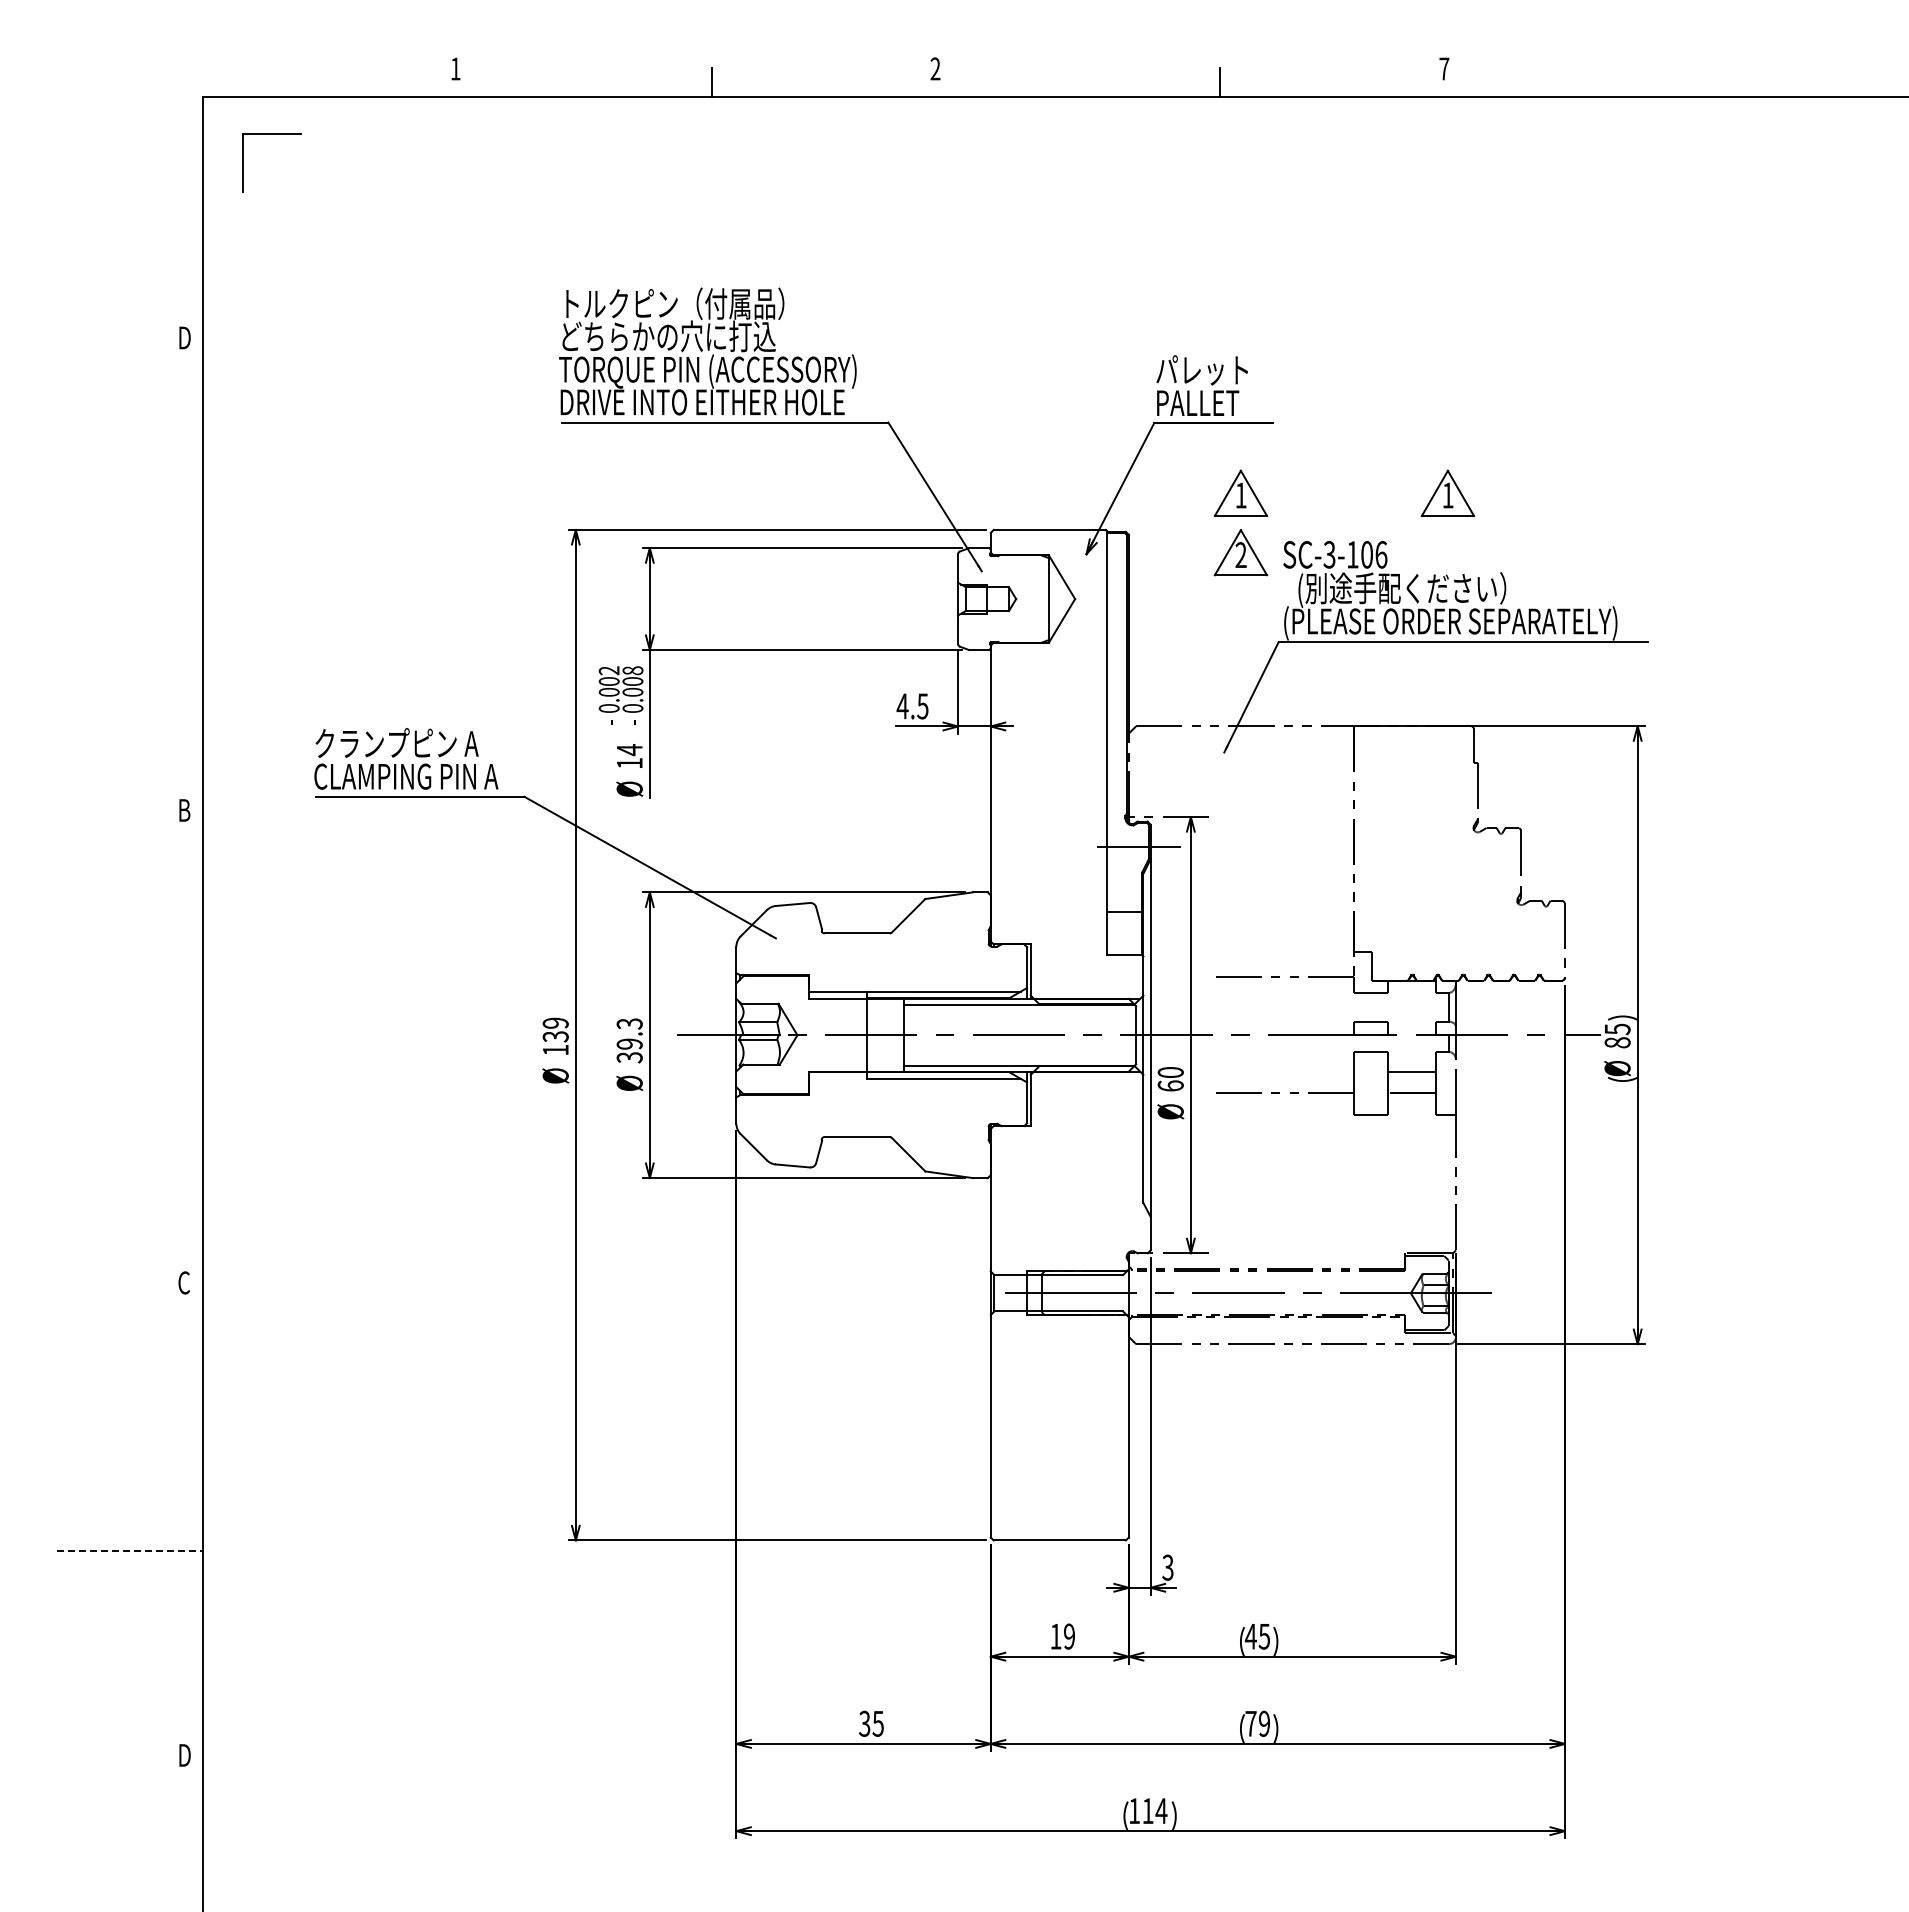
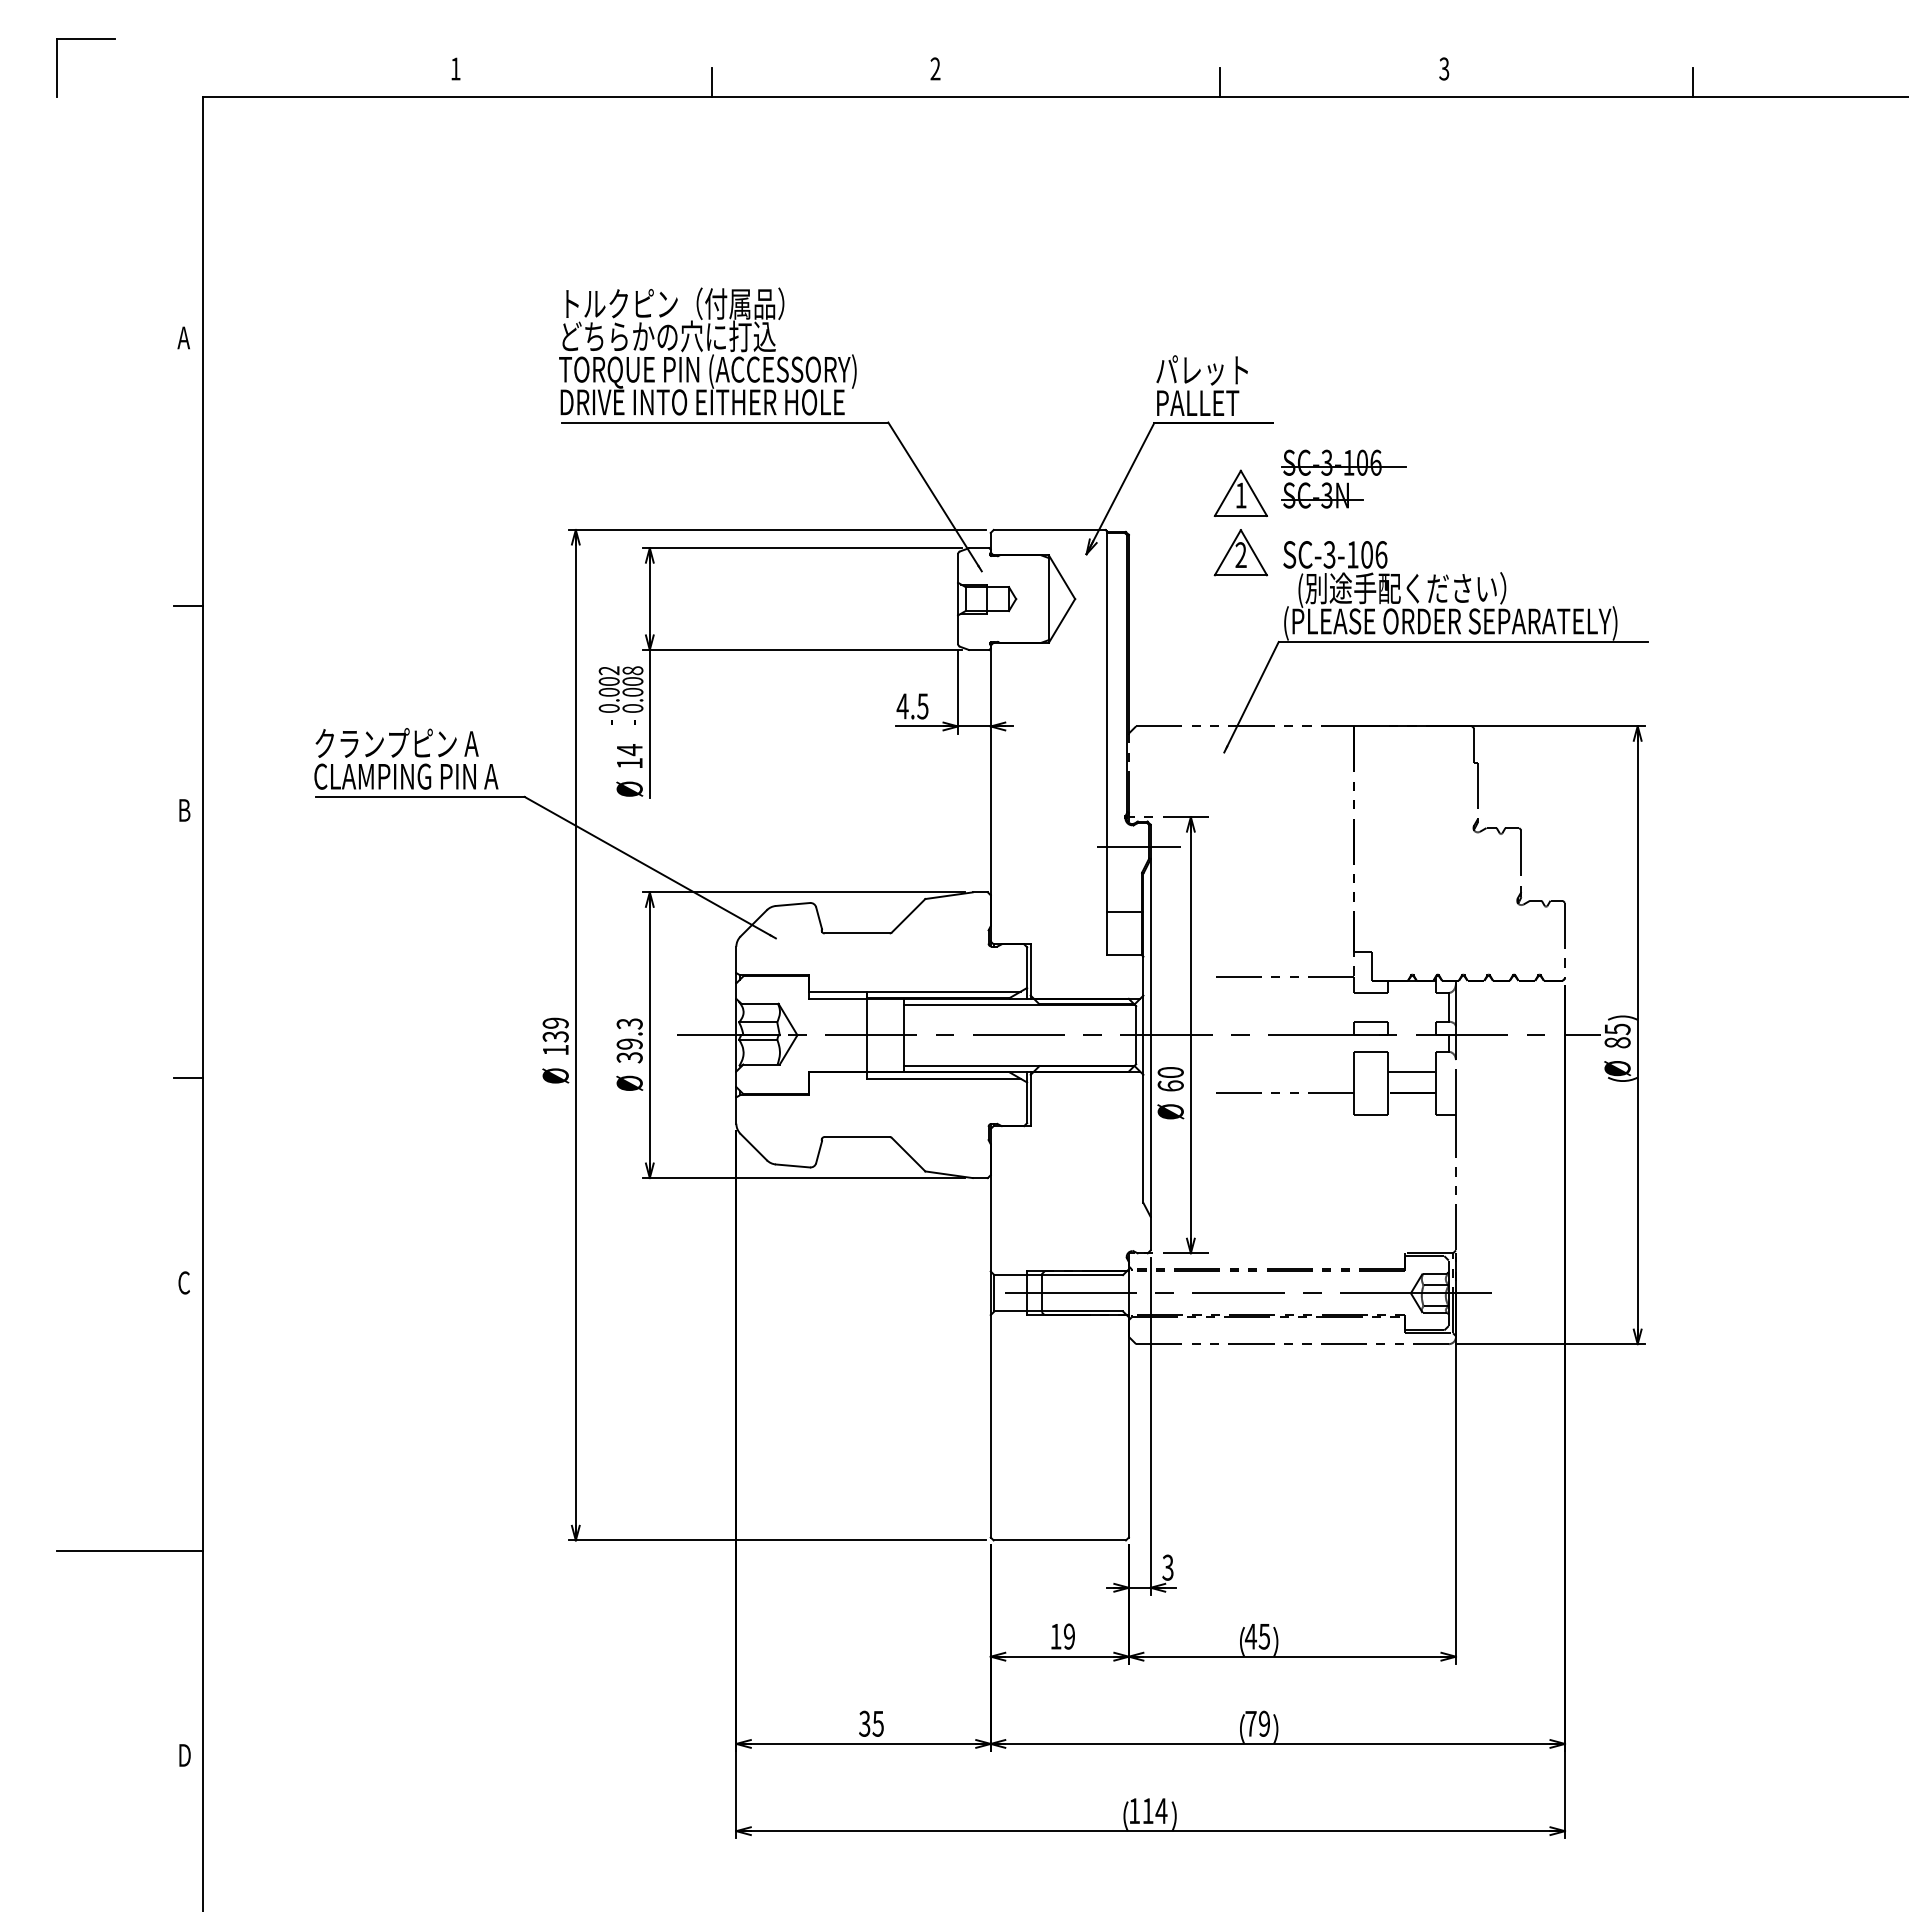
text at (1444, 68): 7 -> 3
line at (1692, 81): none -> present
part at (271, 134) position: (271, 134) -> (85, 39)
text at (183, 337): D -> A
part at (1343, 478): none -> present
part at (1447, 492): present -> none
line at (187, 605): none -> present
line at (187, 1078): none -> present
line at (130, 1550): dashed -> solid
